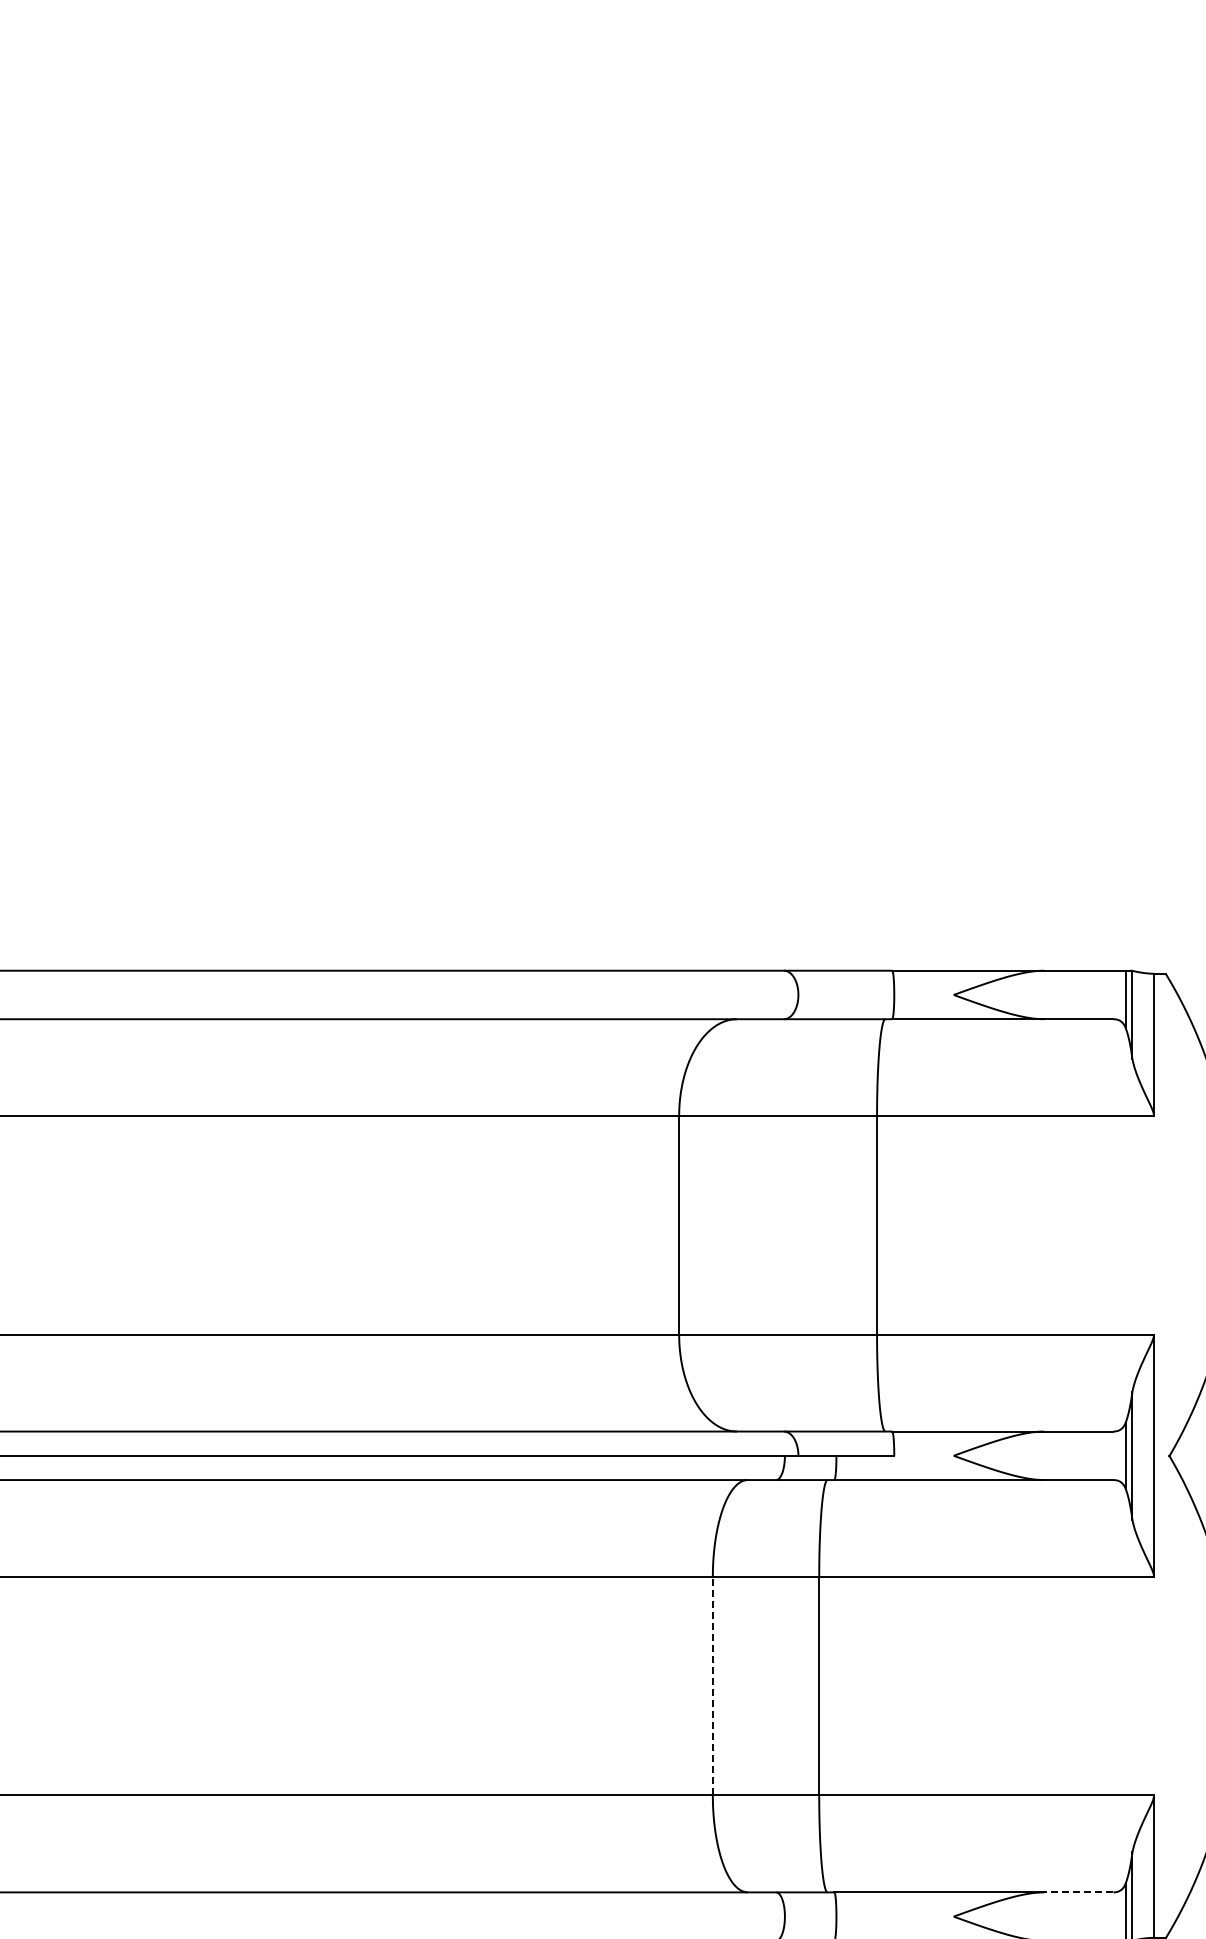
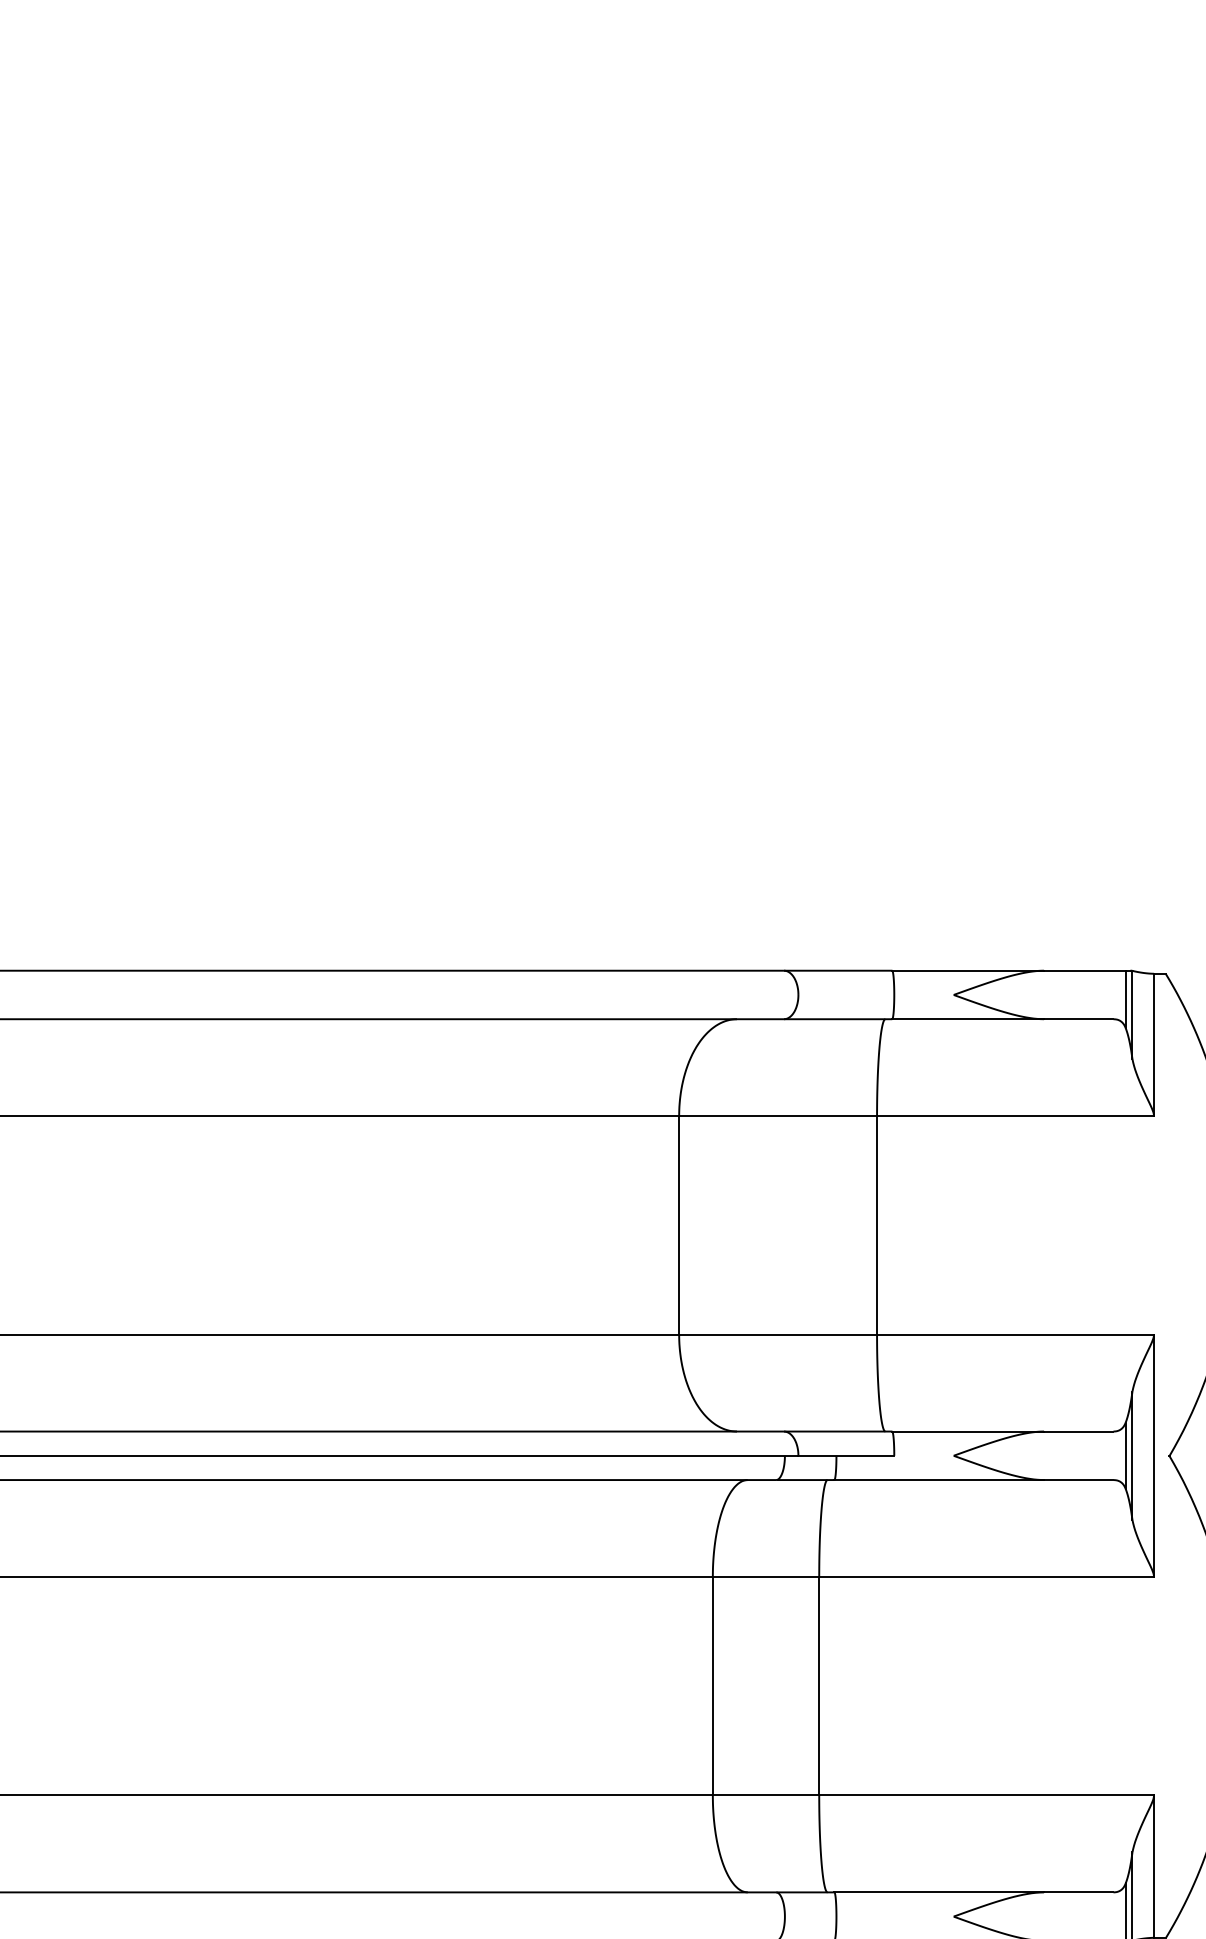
line at (712, 1685): dashed -> solid
line at (1078, 1892): dashed -> solid
